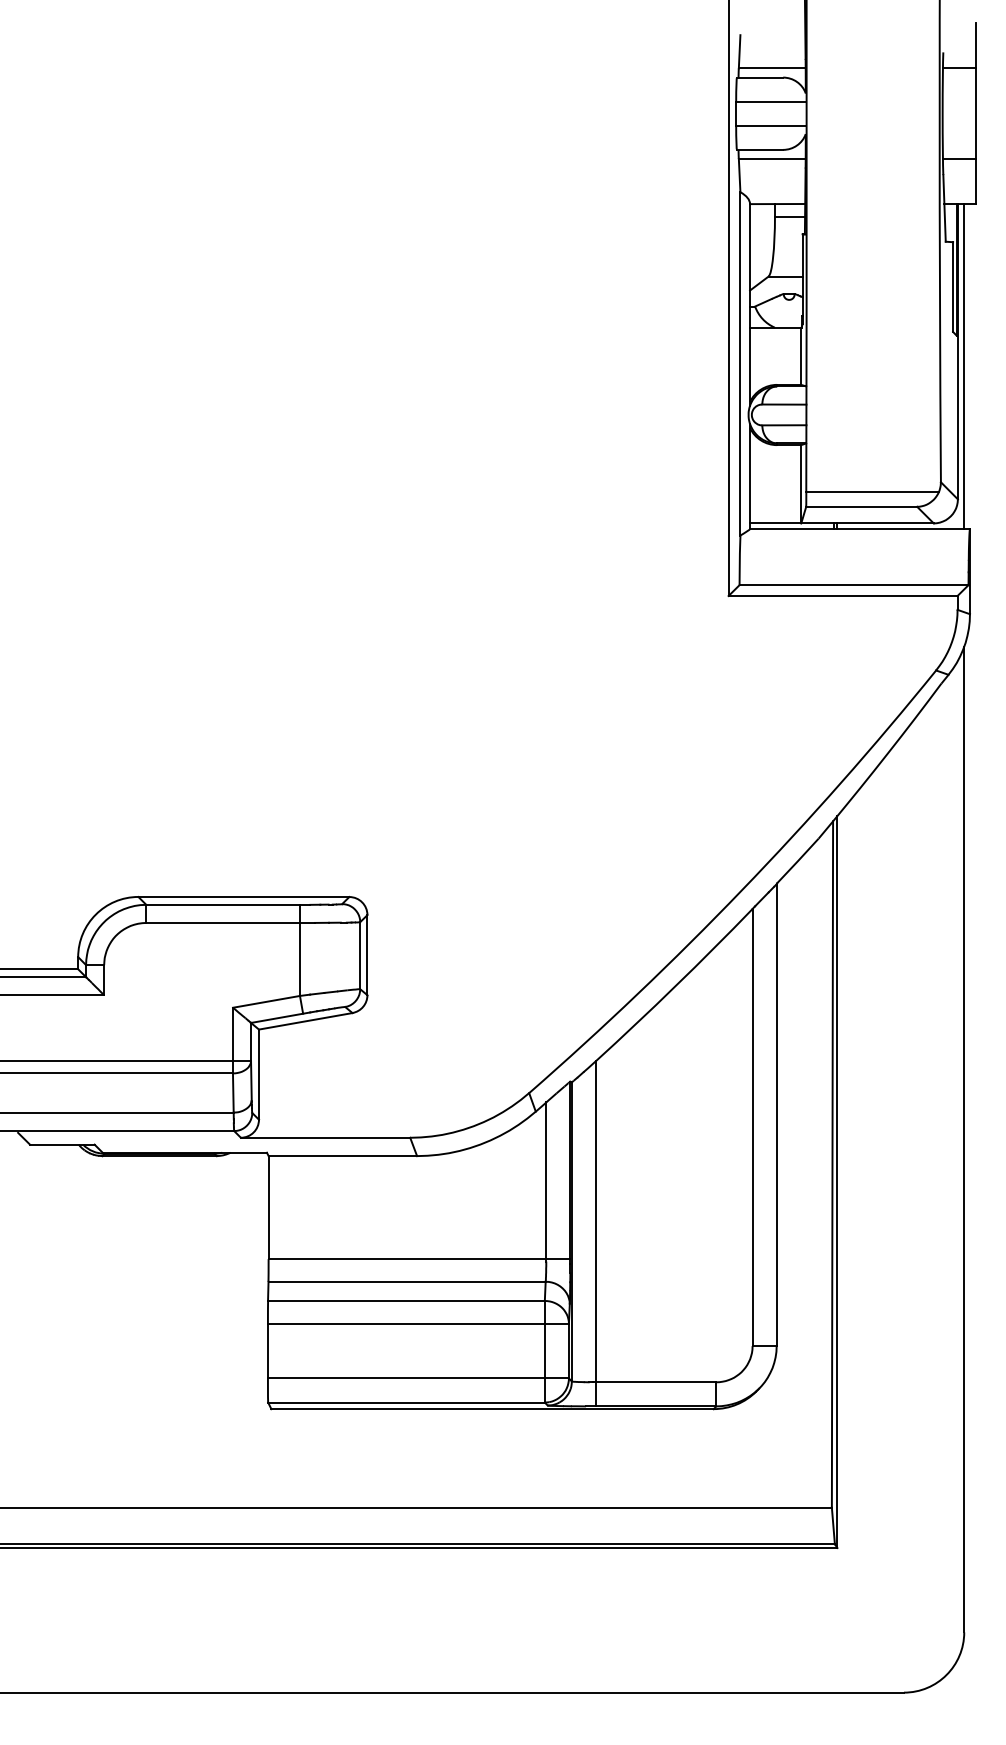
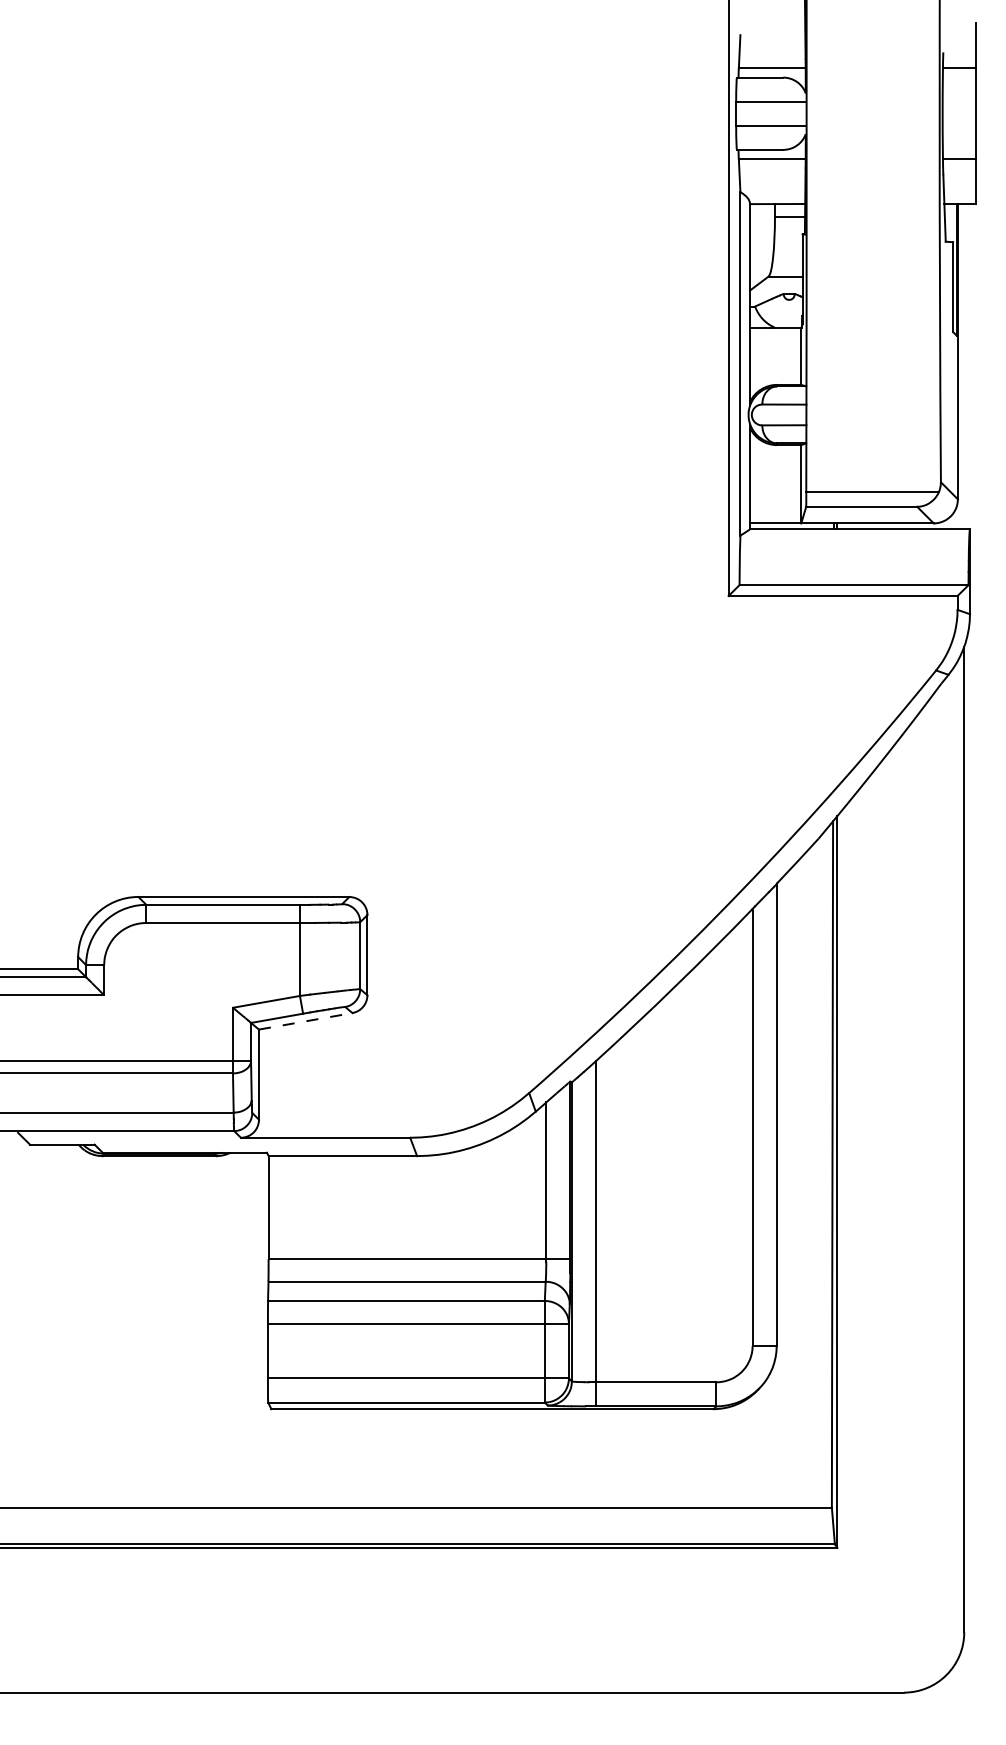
line at (964, 366): present -> none
line at (306, 1021): solid -> dashed
